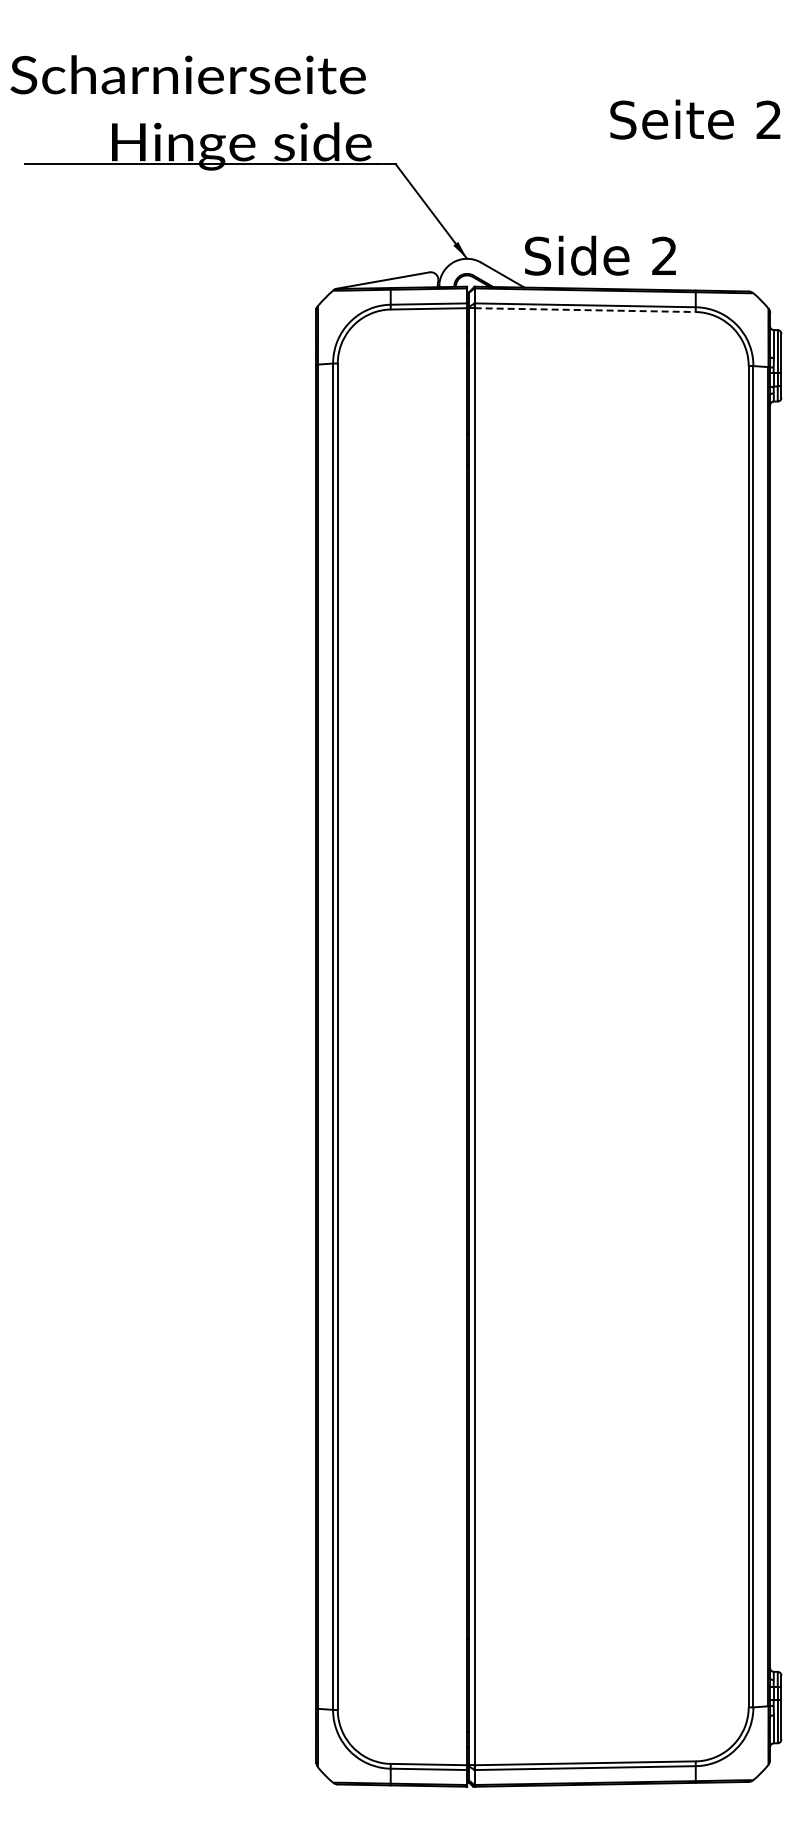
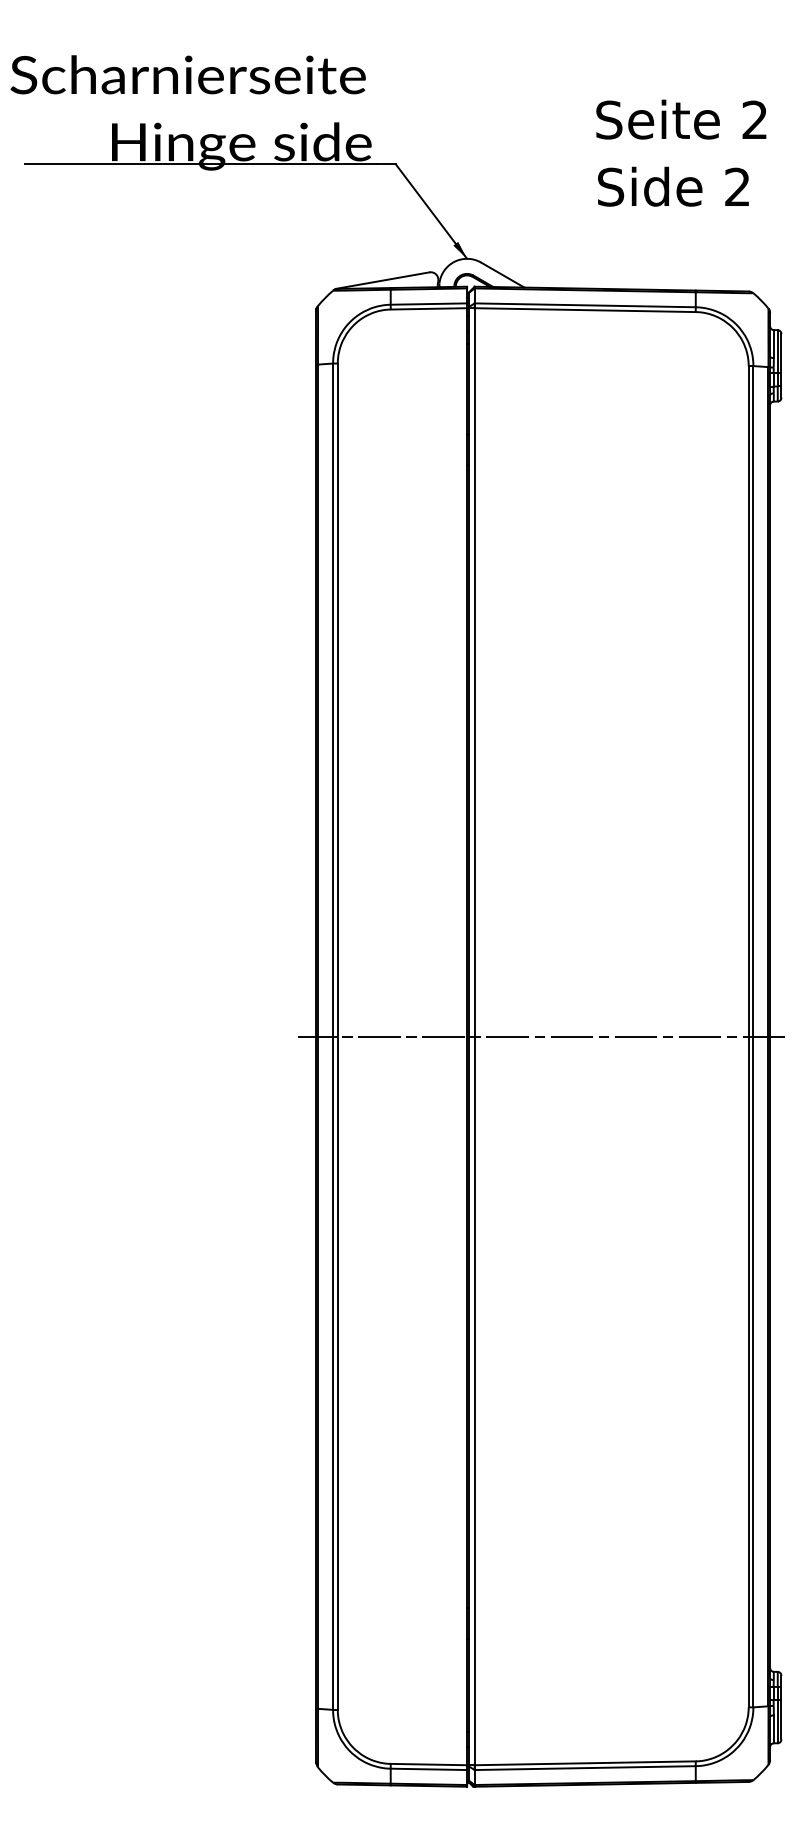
text at (695, 119) position: (695, 119) -> (681, 119)
text at (600, 255) position: (600, 255) -> (673, 186)
line at (585, 310): dashed -> solid
line at (541, 1036): none -> present
